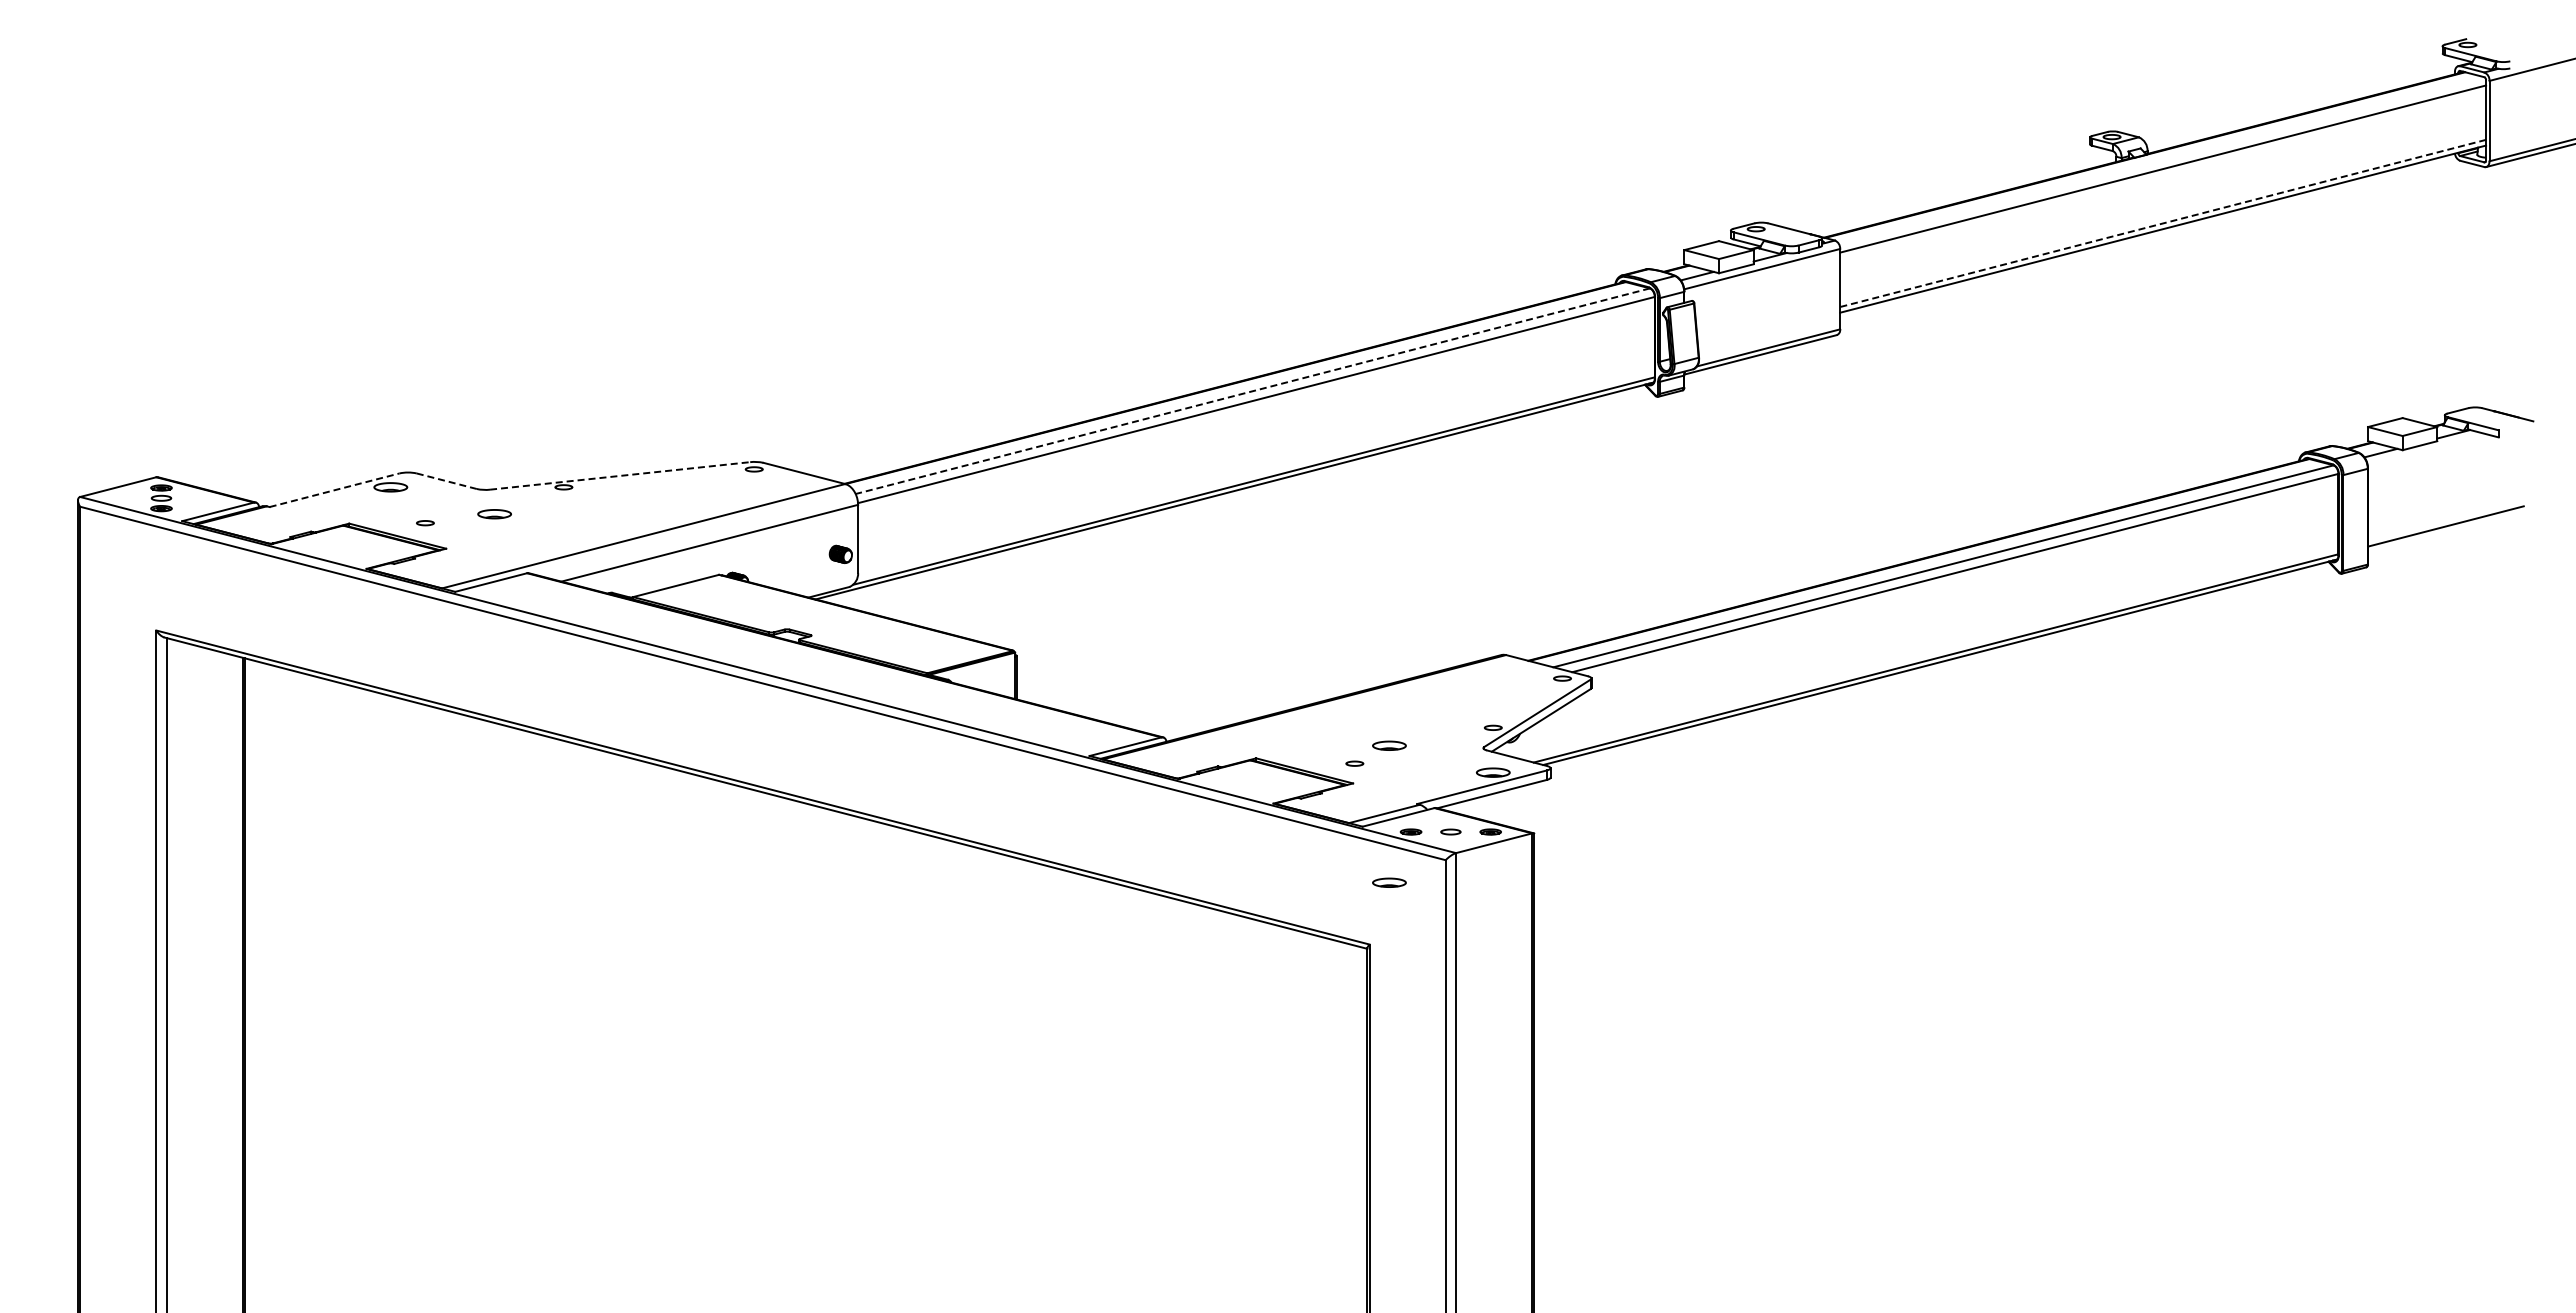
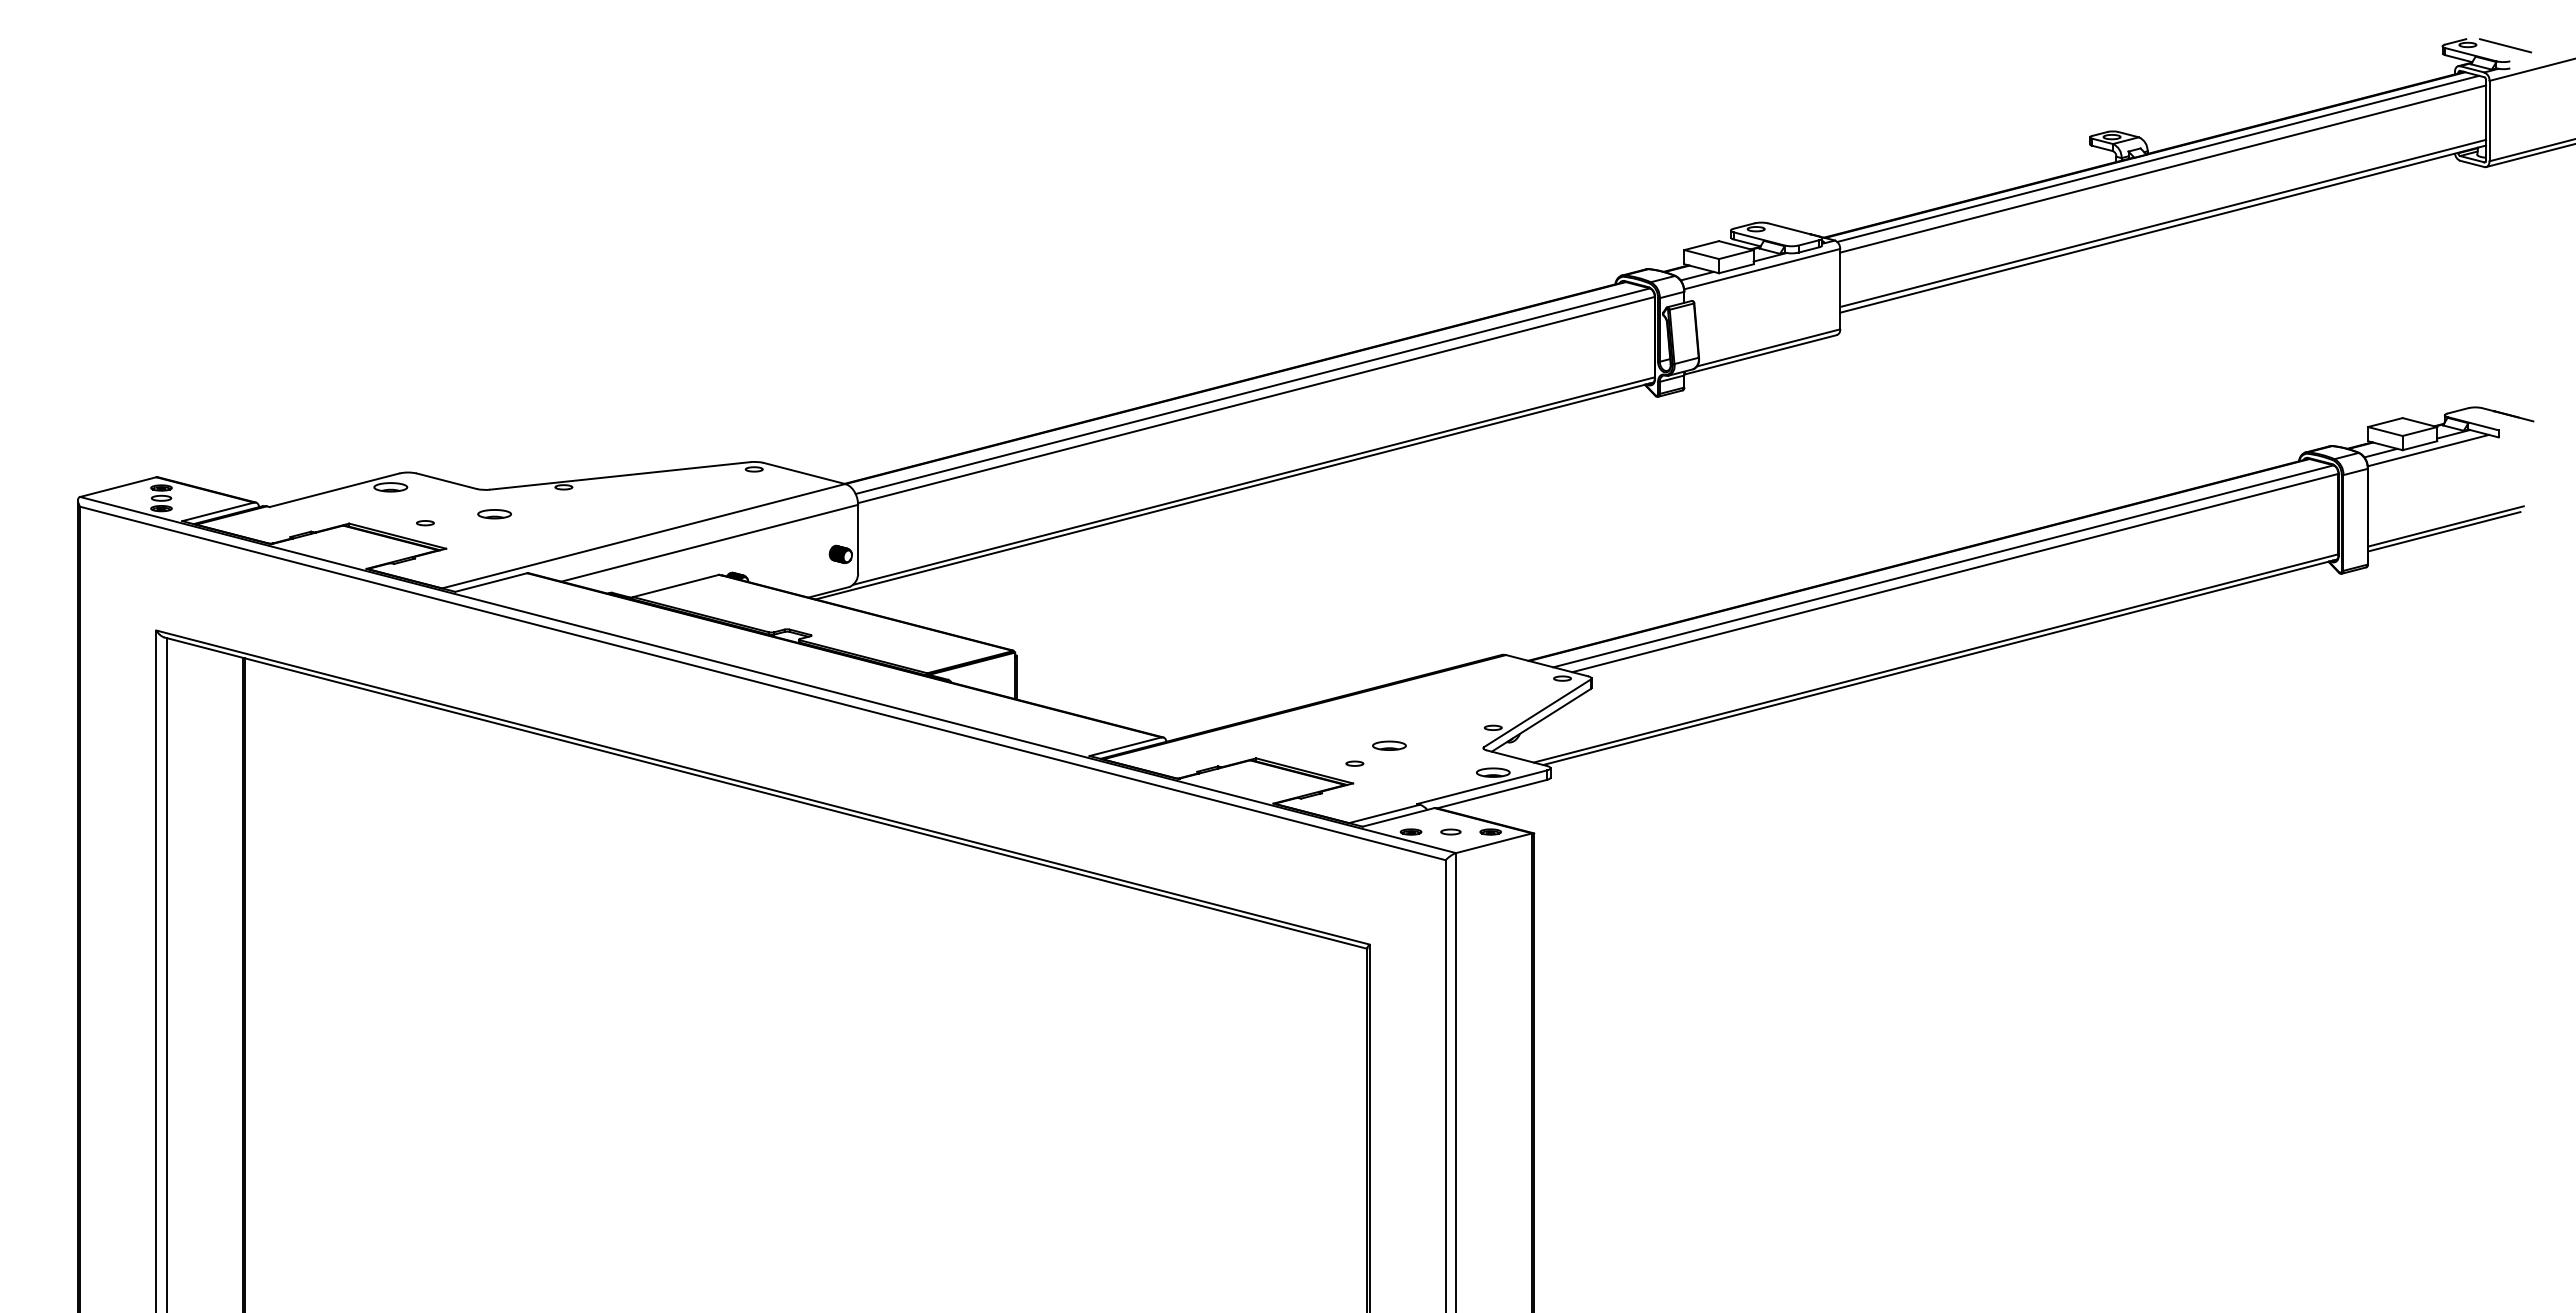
line at (2505, 45): none -> present
line at (2158, 158): none -> present
line at (2163, 223): dashed -> solid
line at (1252, 391): dashed -> solid
line at (2428, 450): none -> present
line at (620, 475): dashed -> solid
line at (446, 481): dashed -> solid
line at (335, 490): dashed -> solid
line at (2444, 531): none -> present
part at (1389, 882): present -> none
